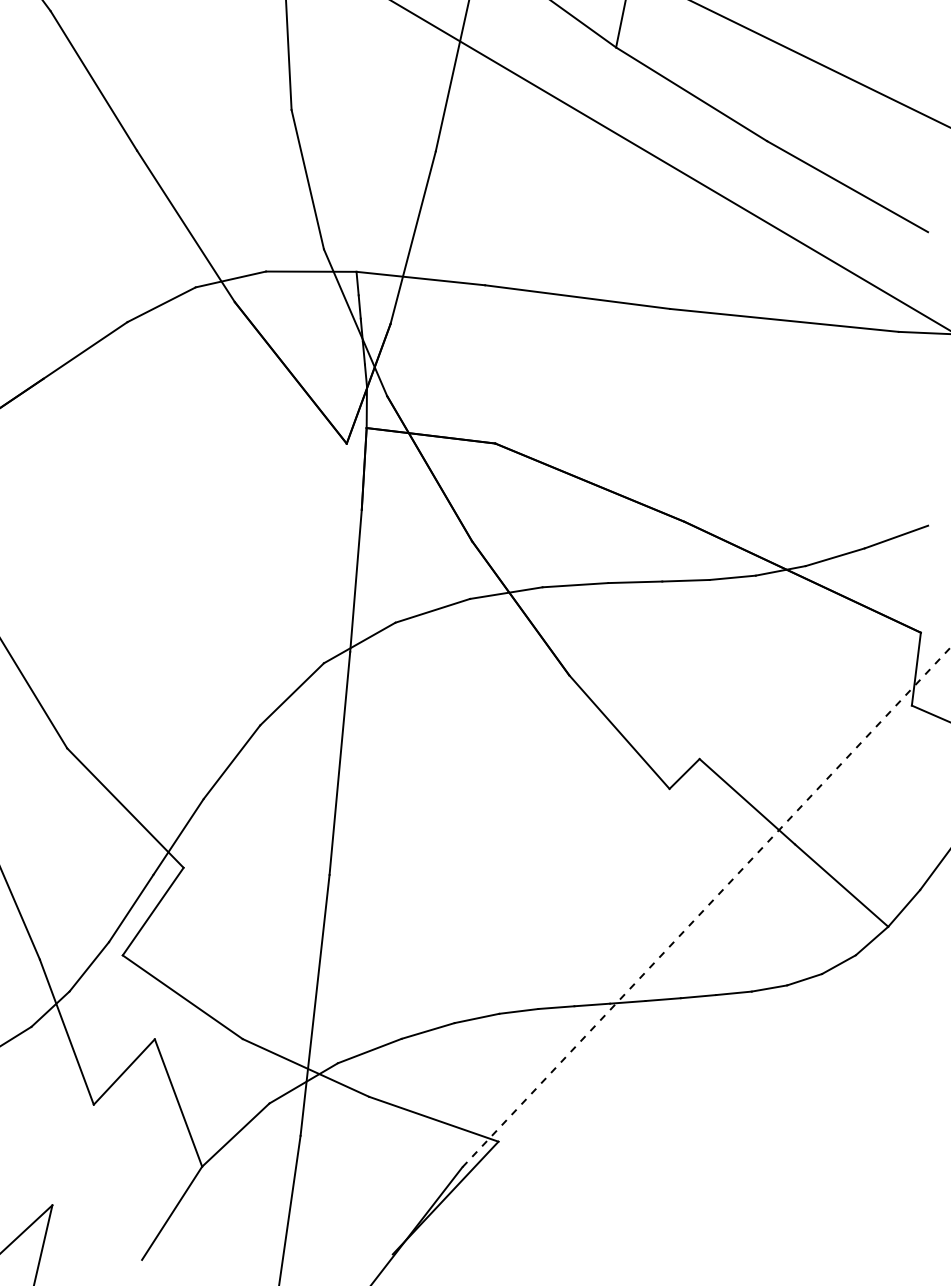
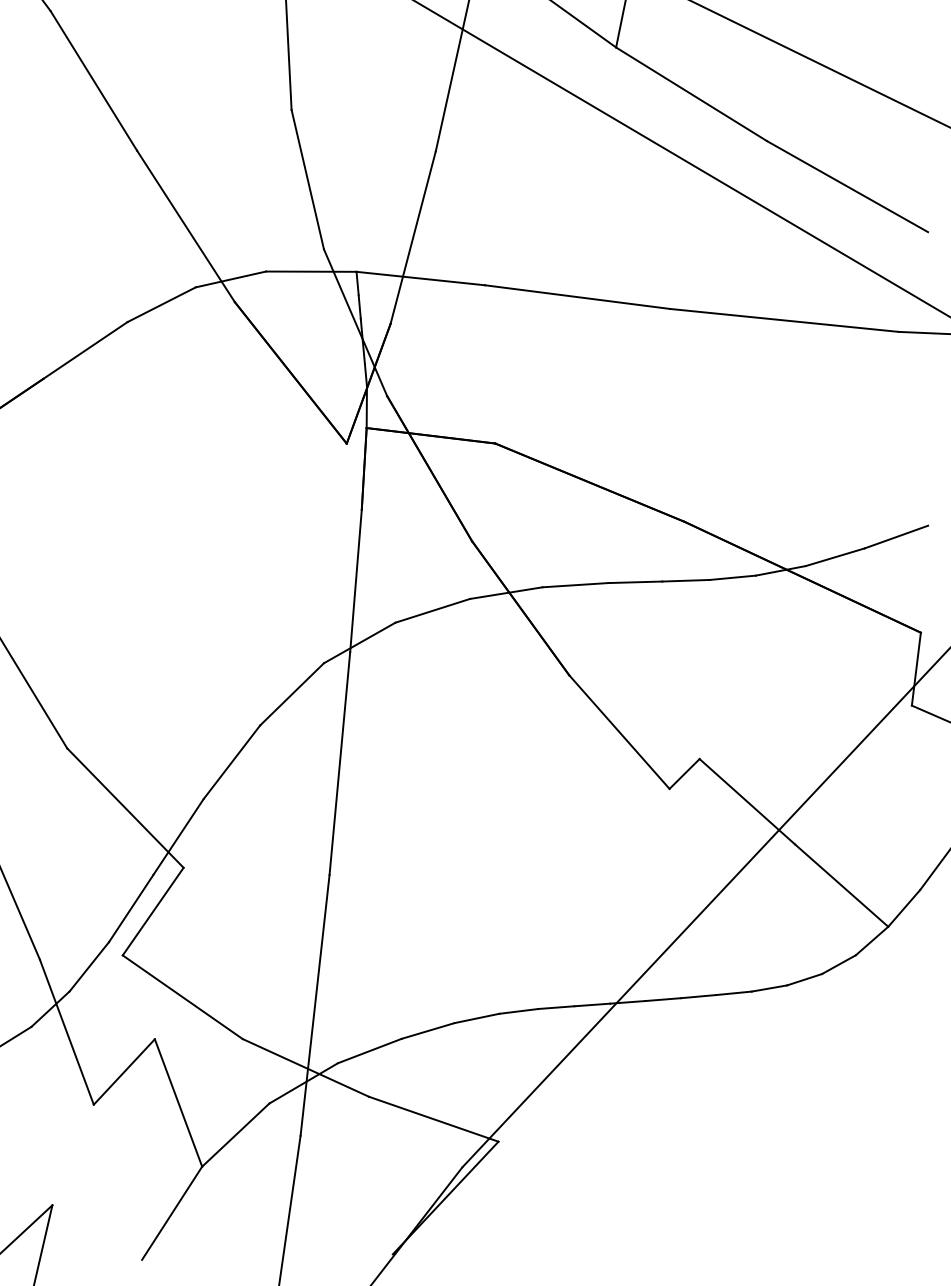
line at (670, 165) position: (670, 165) -> (681, 158)
line at (706, 907): dashed -> solid
